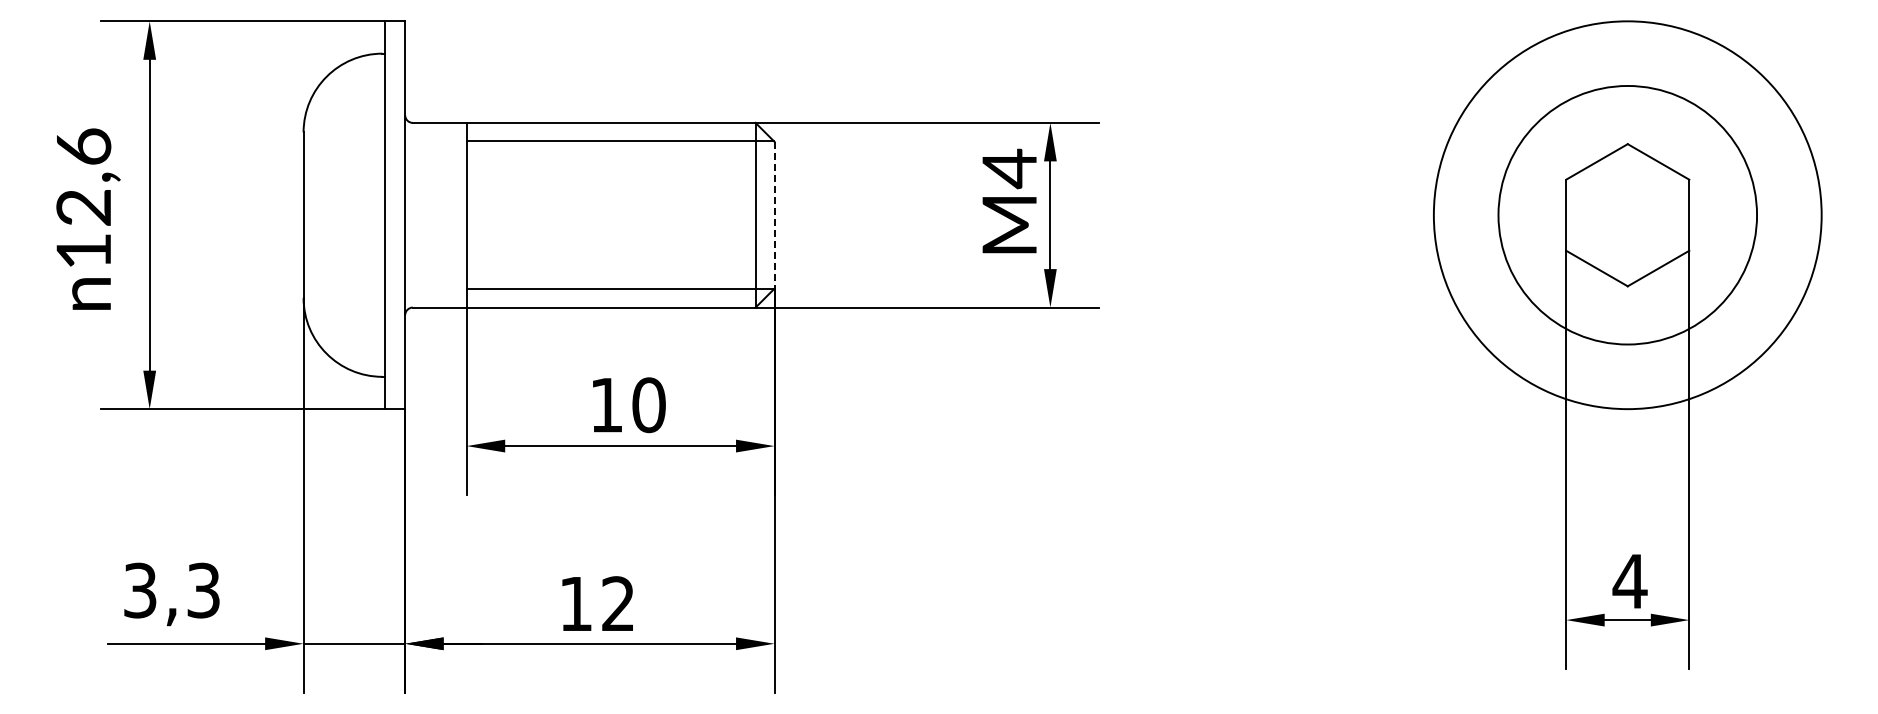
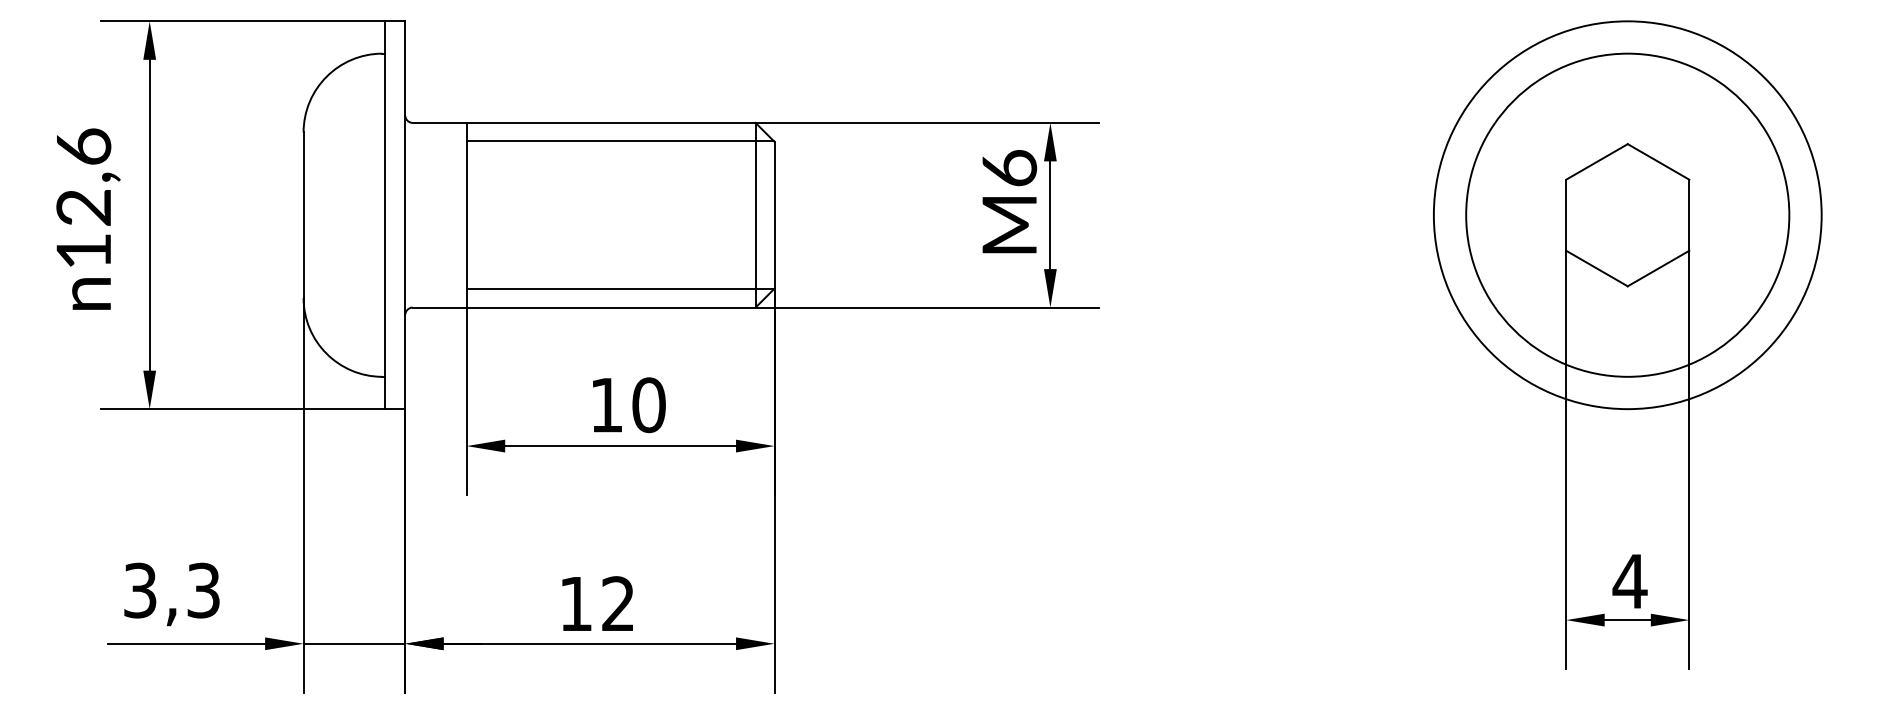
text at (1009, 168): M4 -> M6
circle at (1627, 214) diameter: 259 px -> 323 px
line at (774, 215): dashed -> solid
